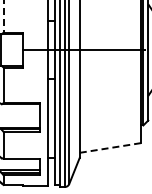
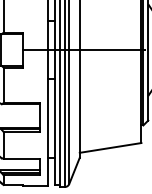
line at (3, 16): dashed -> solid
line at (111, 147): dashed -> solid
